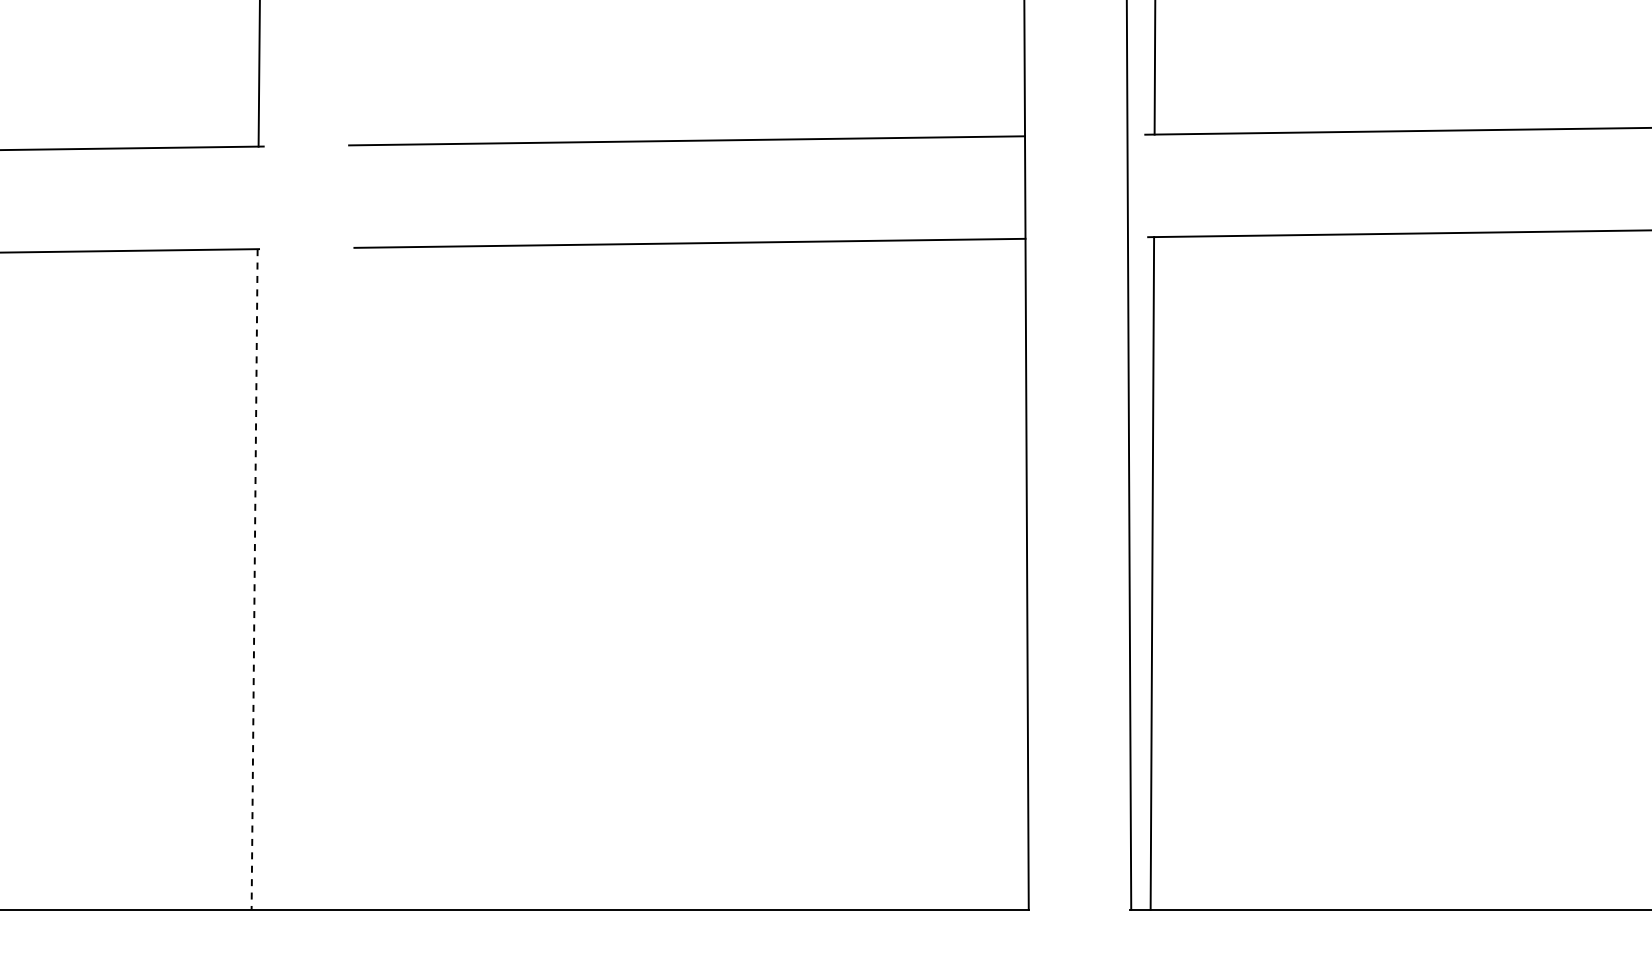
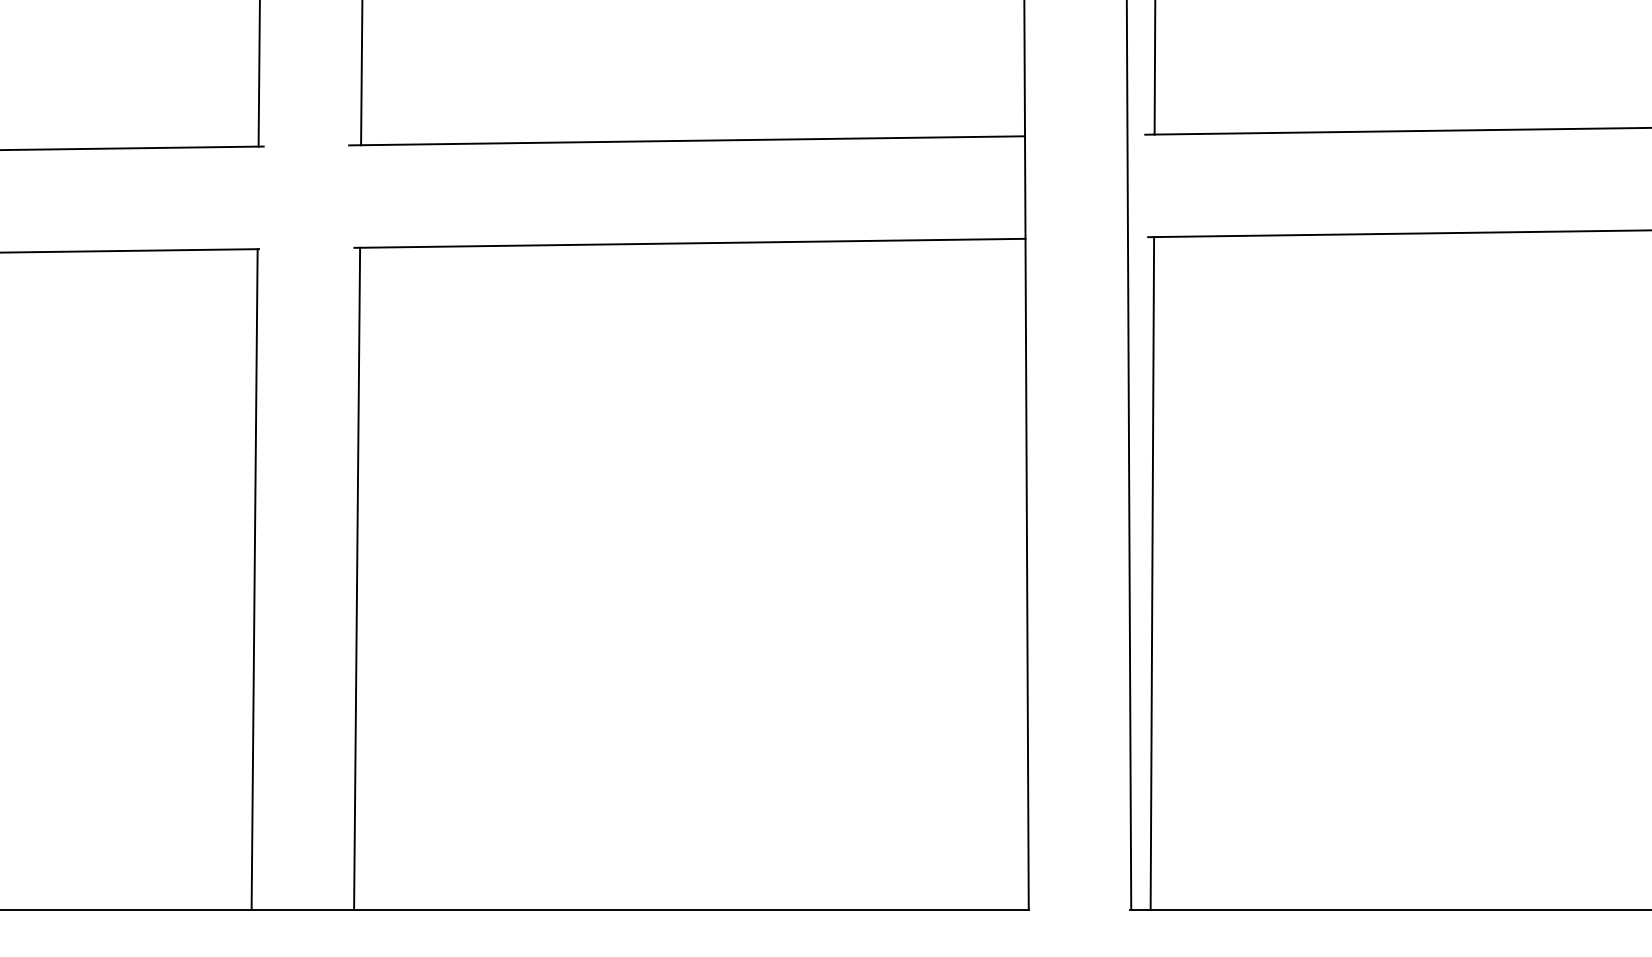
line at (361, 73): none -> present
line at (357, 578): none -> present
line at (254, 579): dashed -> solid
